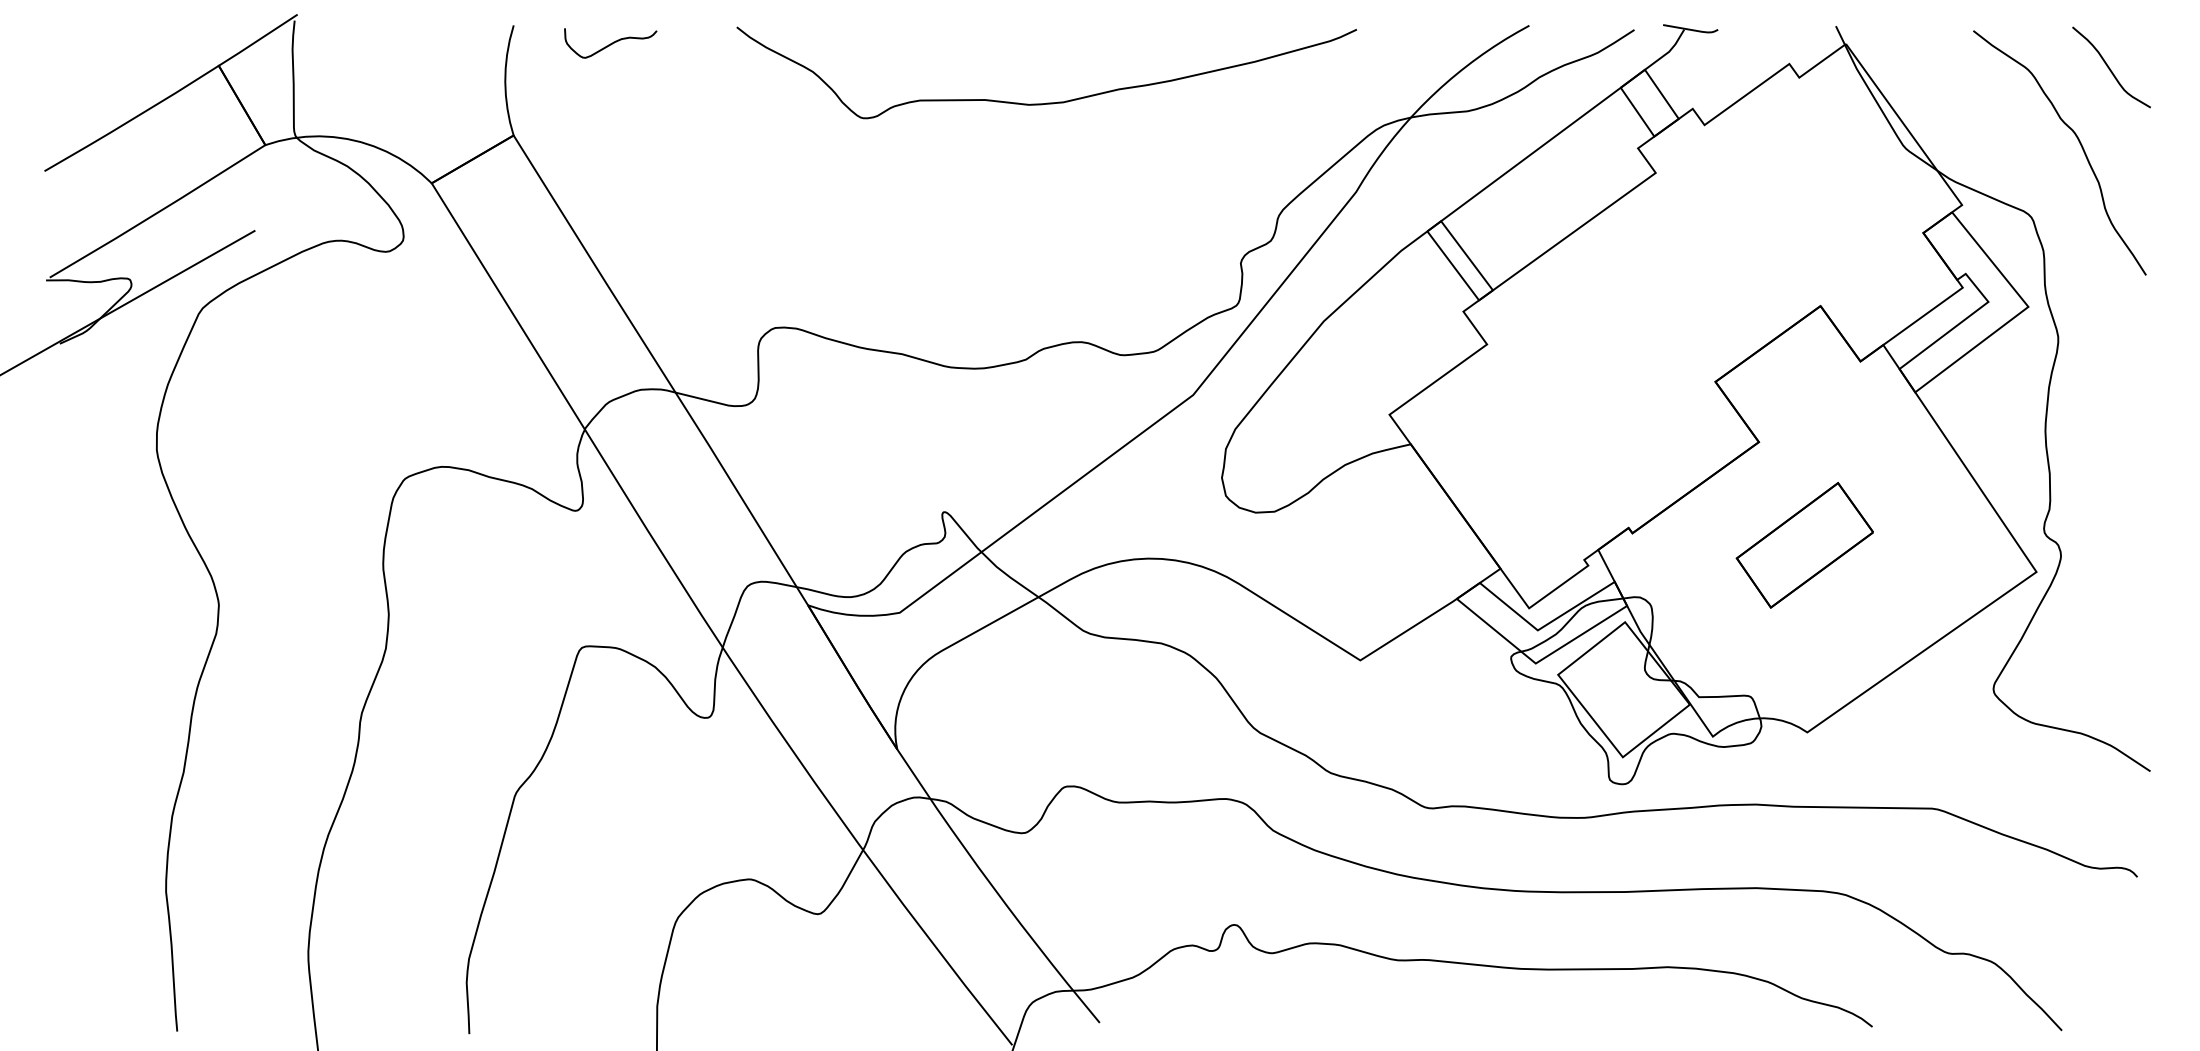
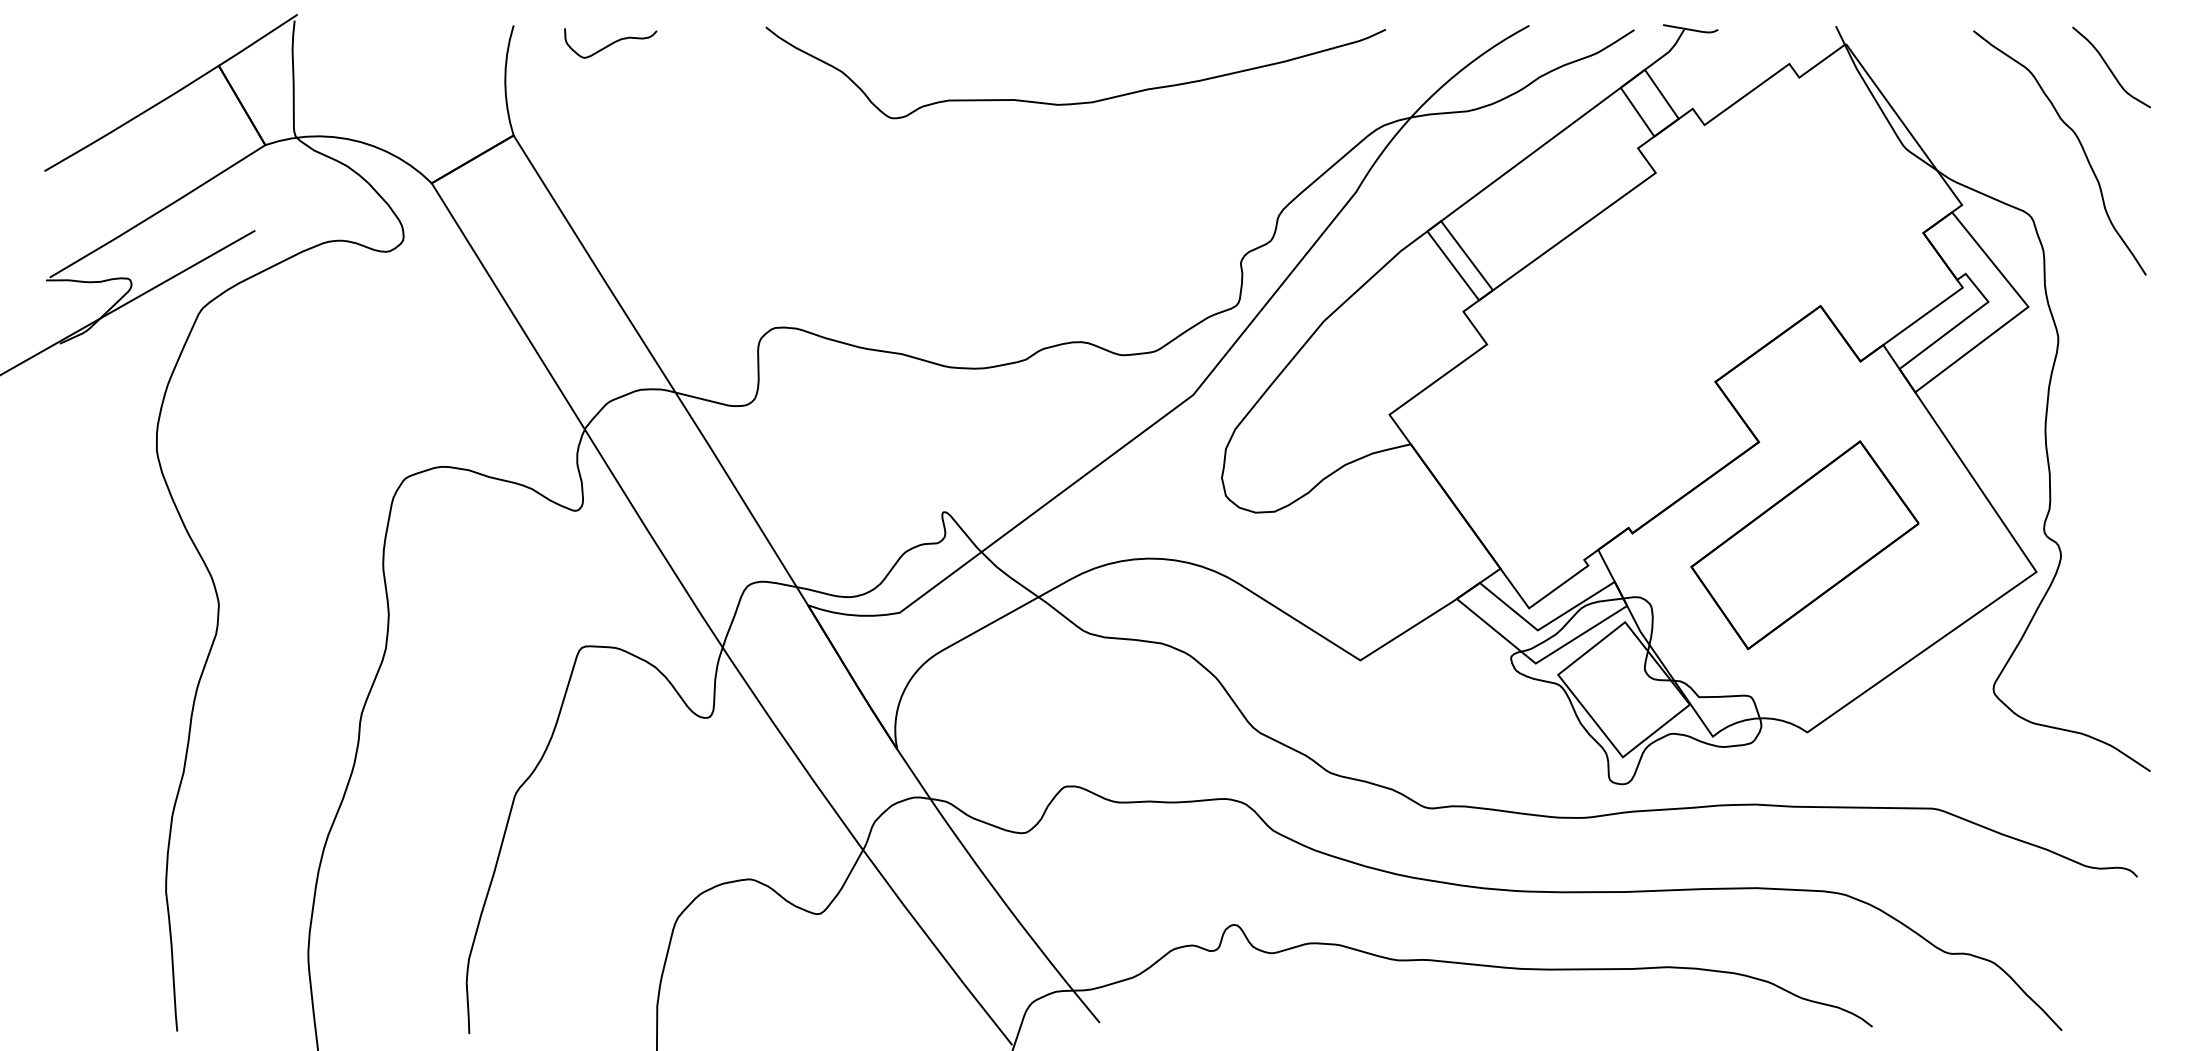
curve at (1046, 102) position: (1046, 102) -> (1075, 102)
part at (1804, 544) size: 139x128 px -> 230x211 px
